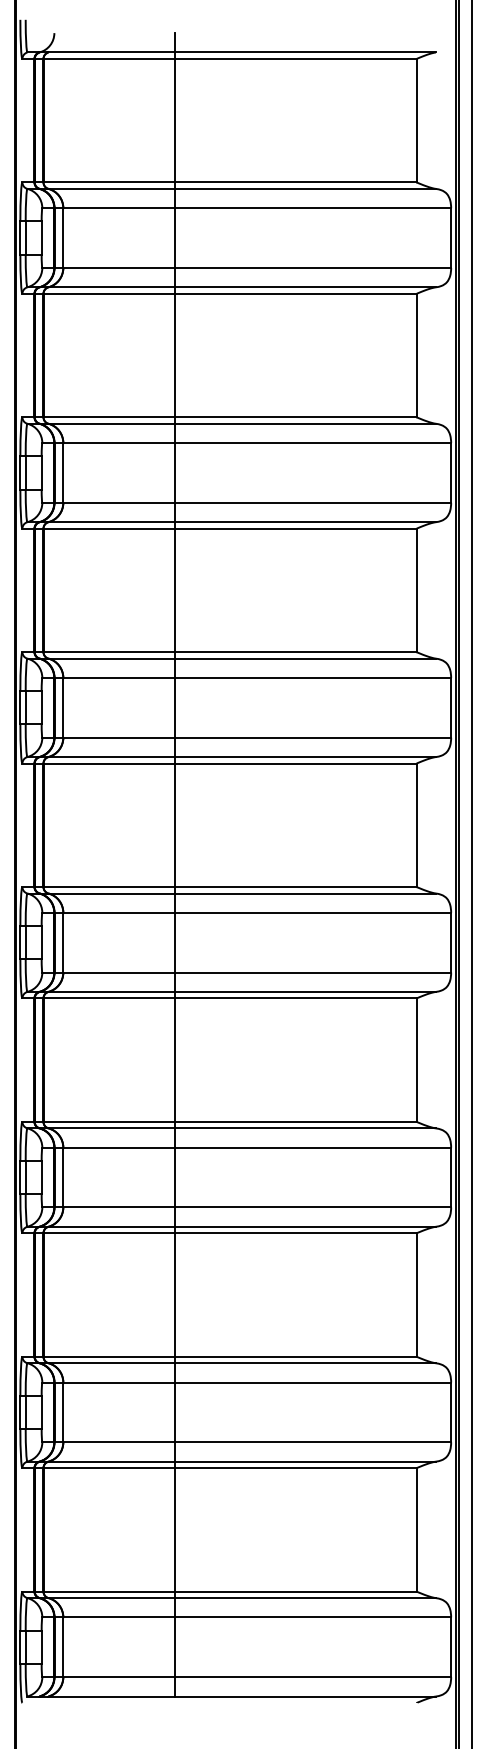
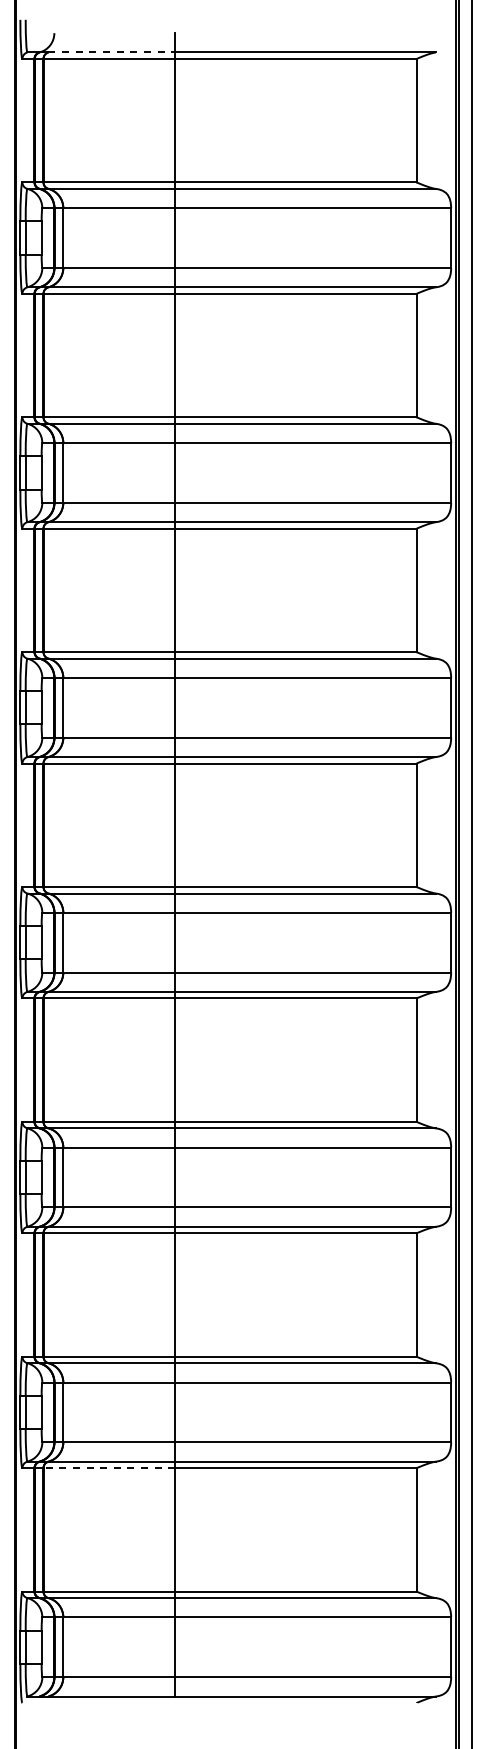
line at (112, 52): solid -> dashed
line at (109, 1468): solid -> dashed
